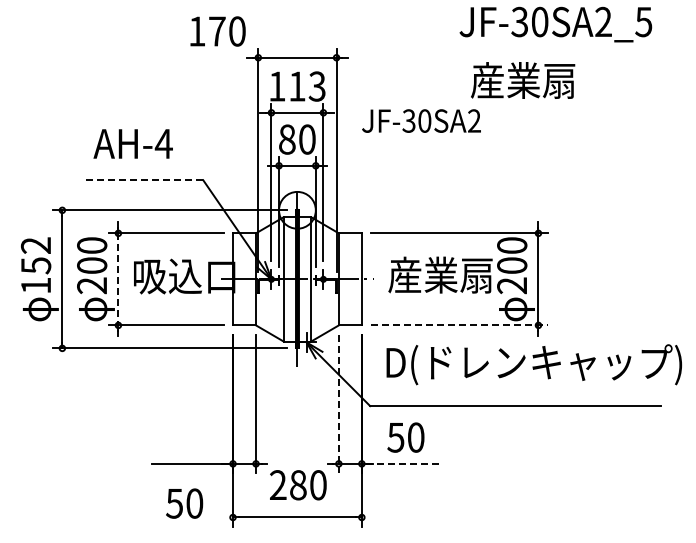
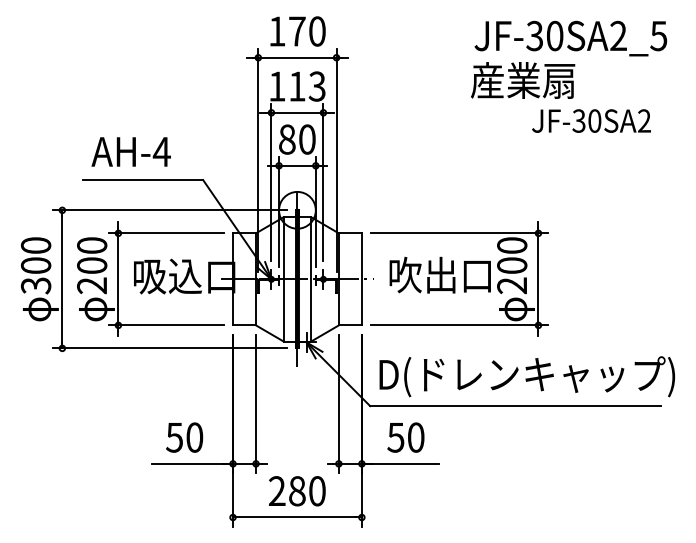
text at (555, 24) position: (555, 24) -> (570, 38)
text at (217, 31) position: (217, 31) -> (297, 31)
text at (421, 120) position: (421, 120) -> (591, 120)
text at (132, 143) position: (132, 143) -> (130, 151)
line at (142, 180): dashed -> solid
text at (35, 265): 152 -> 300
text at (440, 274): 産業扇 -> 吹出口
line at (118, 279): dashed -> solid
line at (459, 325): dashed -> solid
text at (533, 364) position: (533, 364) -> (526, 376)
line at (338, 404): dashed -> solid
line at (400, 463): dashed -> solid
text at (298, 485) position: (298, 485) -> (297, 491)
text at (184, 503) position: (184, 503) -> (184, 437)
